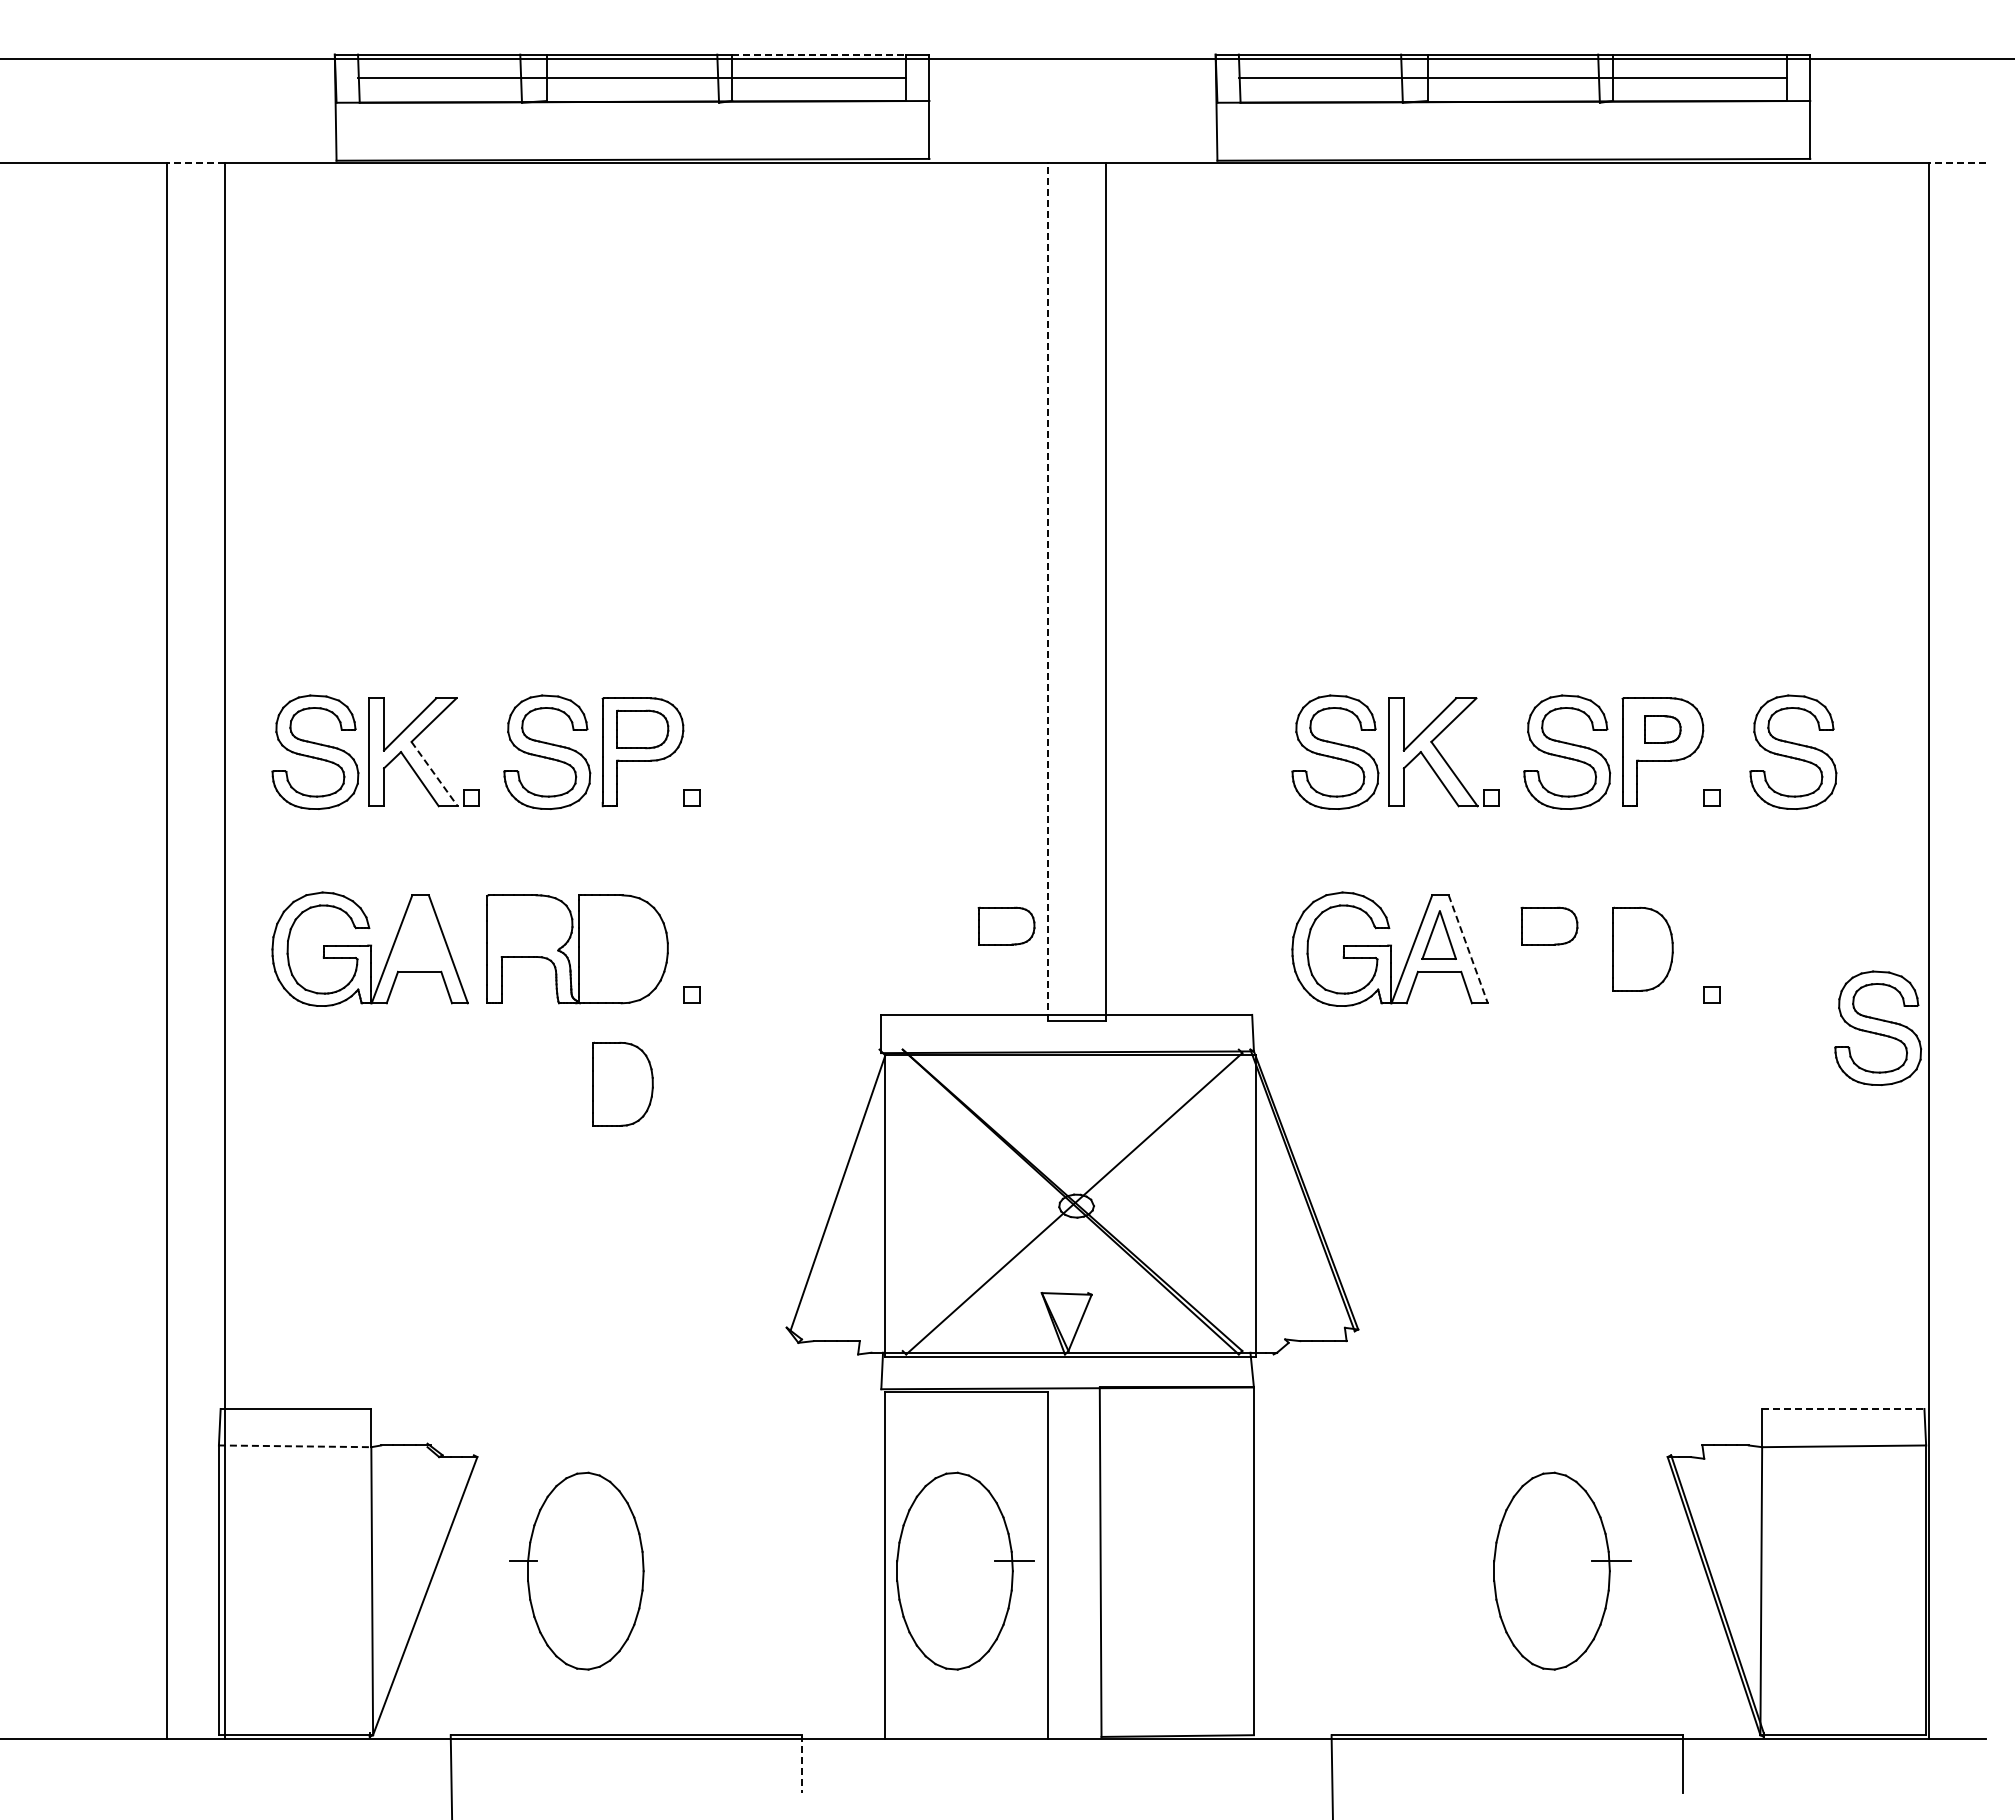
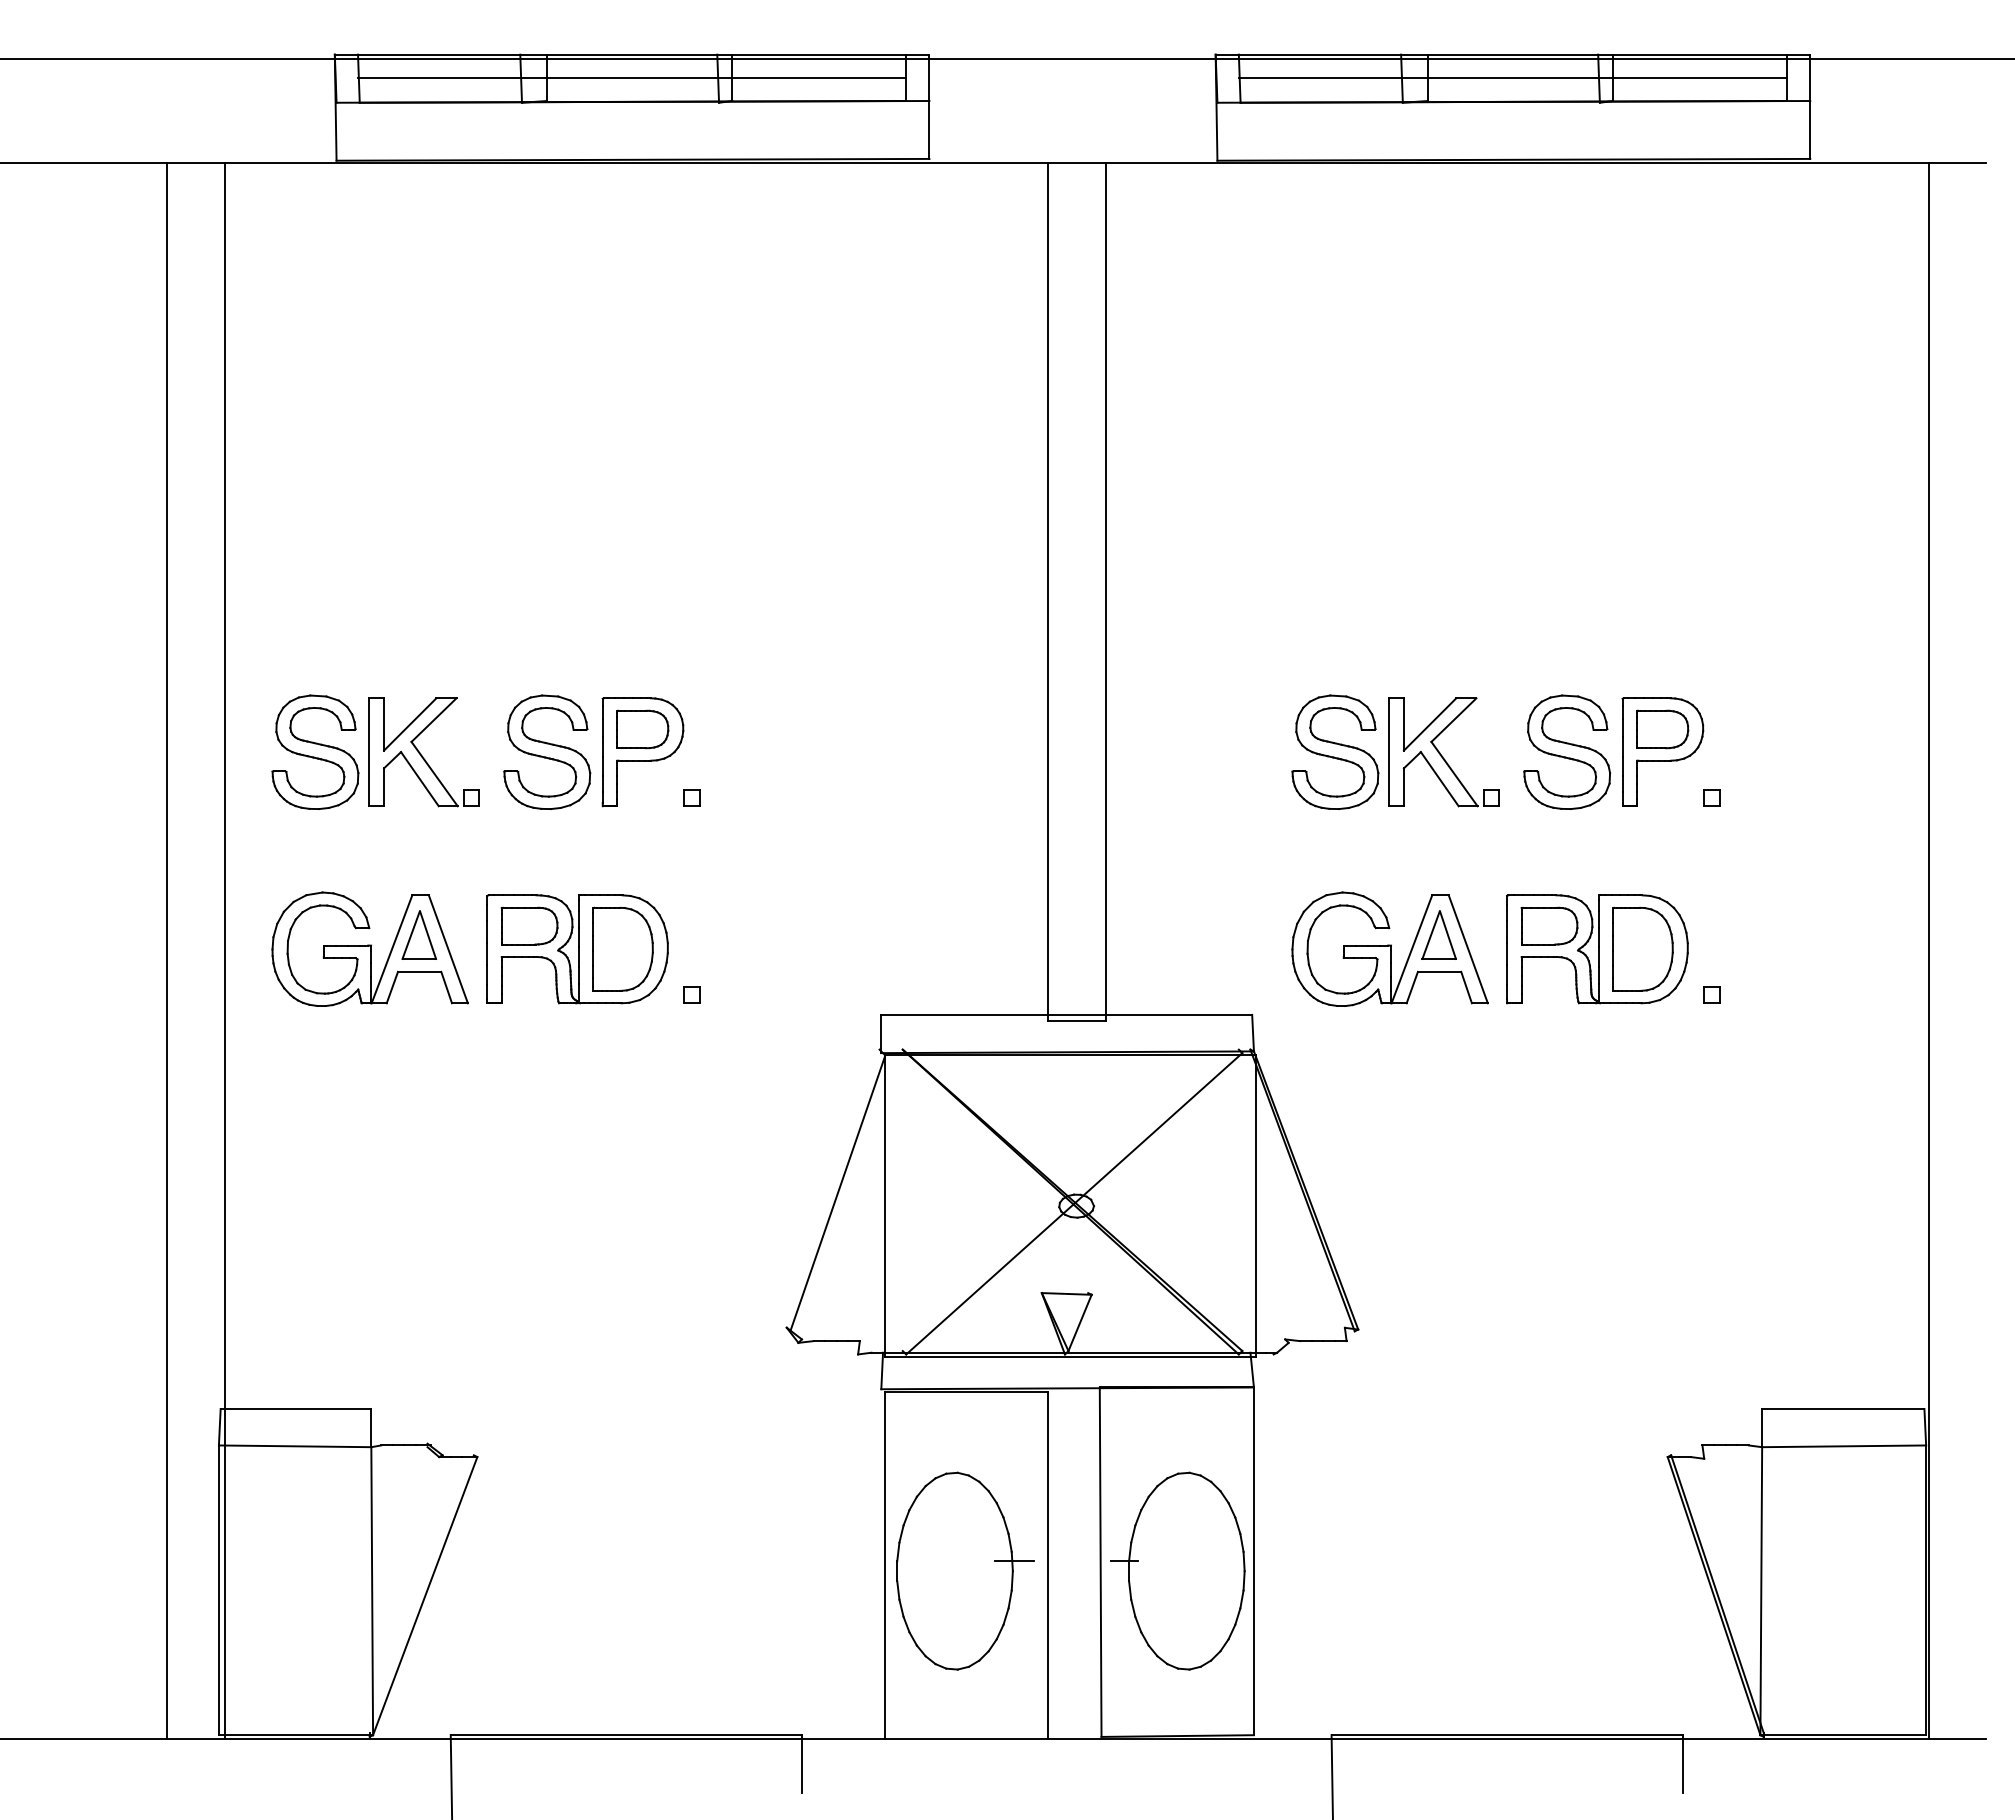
line at (819, 54): dashed -> solid
line at (195, 163): dashed -> solid
line at (1957, 163): dashed -> solid
line at (1047, 591): dashed -> solid
part at (1662, 729) size: 38x29 px -> 54x41 px
part at (1793, 751): present -> none
line at (434, 774): dashed -> solid
part at (1006, 925) position: (1006, 925) -> (529, 925)
part at (419, 934): none -> present
line at (1468, 949): dashed -> solid
part at (1597, 949): none -> present
part at (1878, 1027): present -> none
part at (622, 1083) position: (622, 1083) -> (622, 948)
line at (1843, 1408): dashed -> solid
line at (295, 1446): dashed -> solid
part at (576, 1570) position: (576, 1570) -> (1177, 1570)
part at (1562, 1570): present -> none
line at (801, 1764): dashed -> solid
